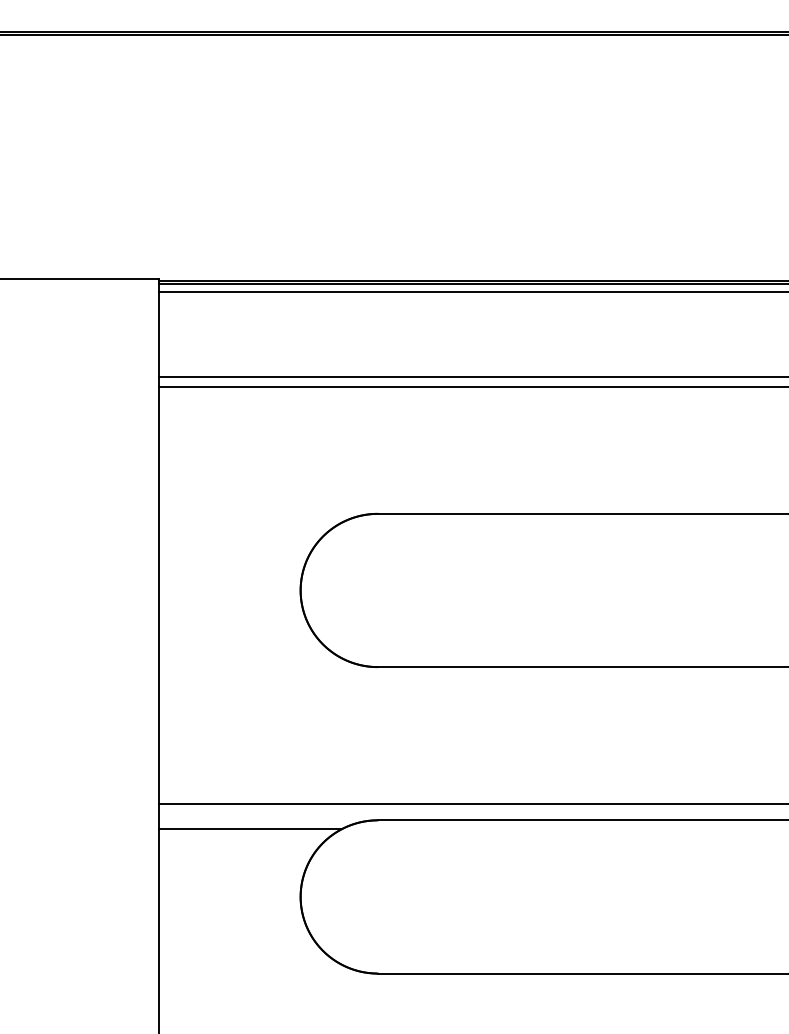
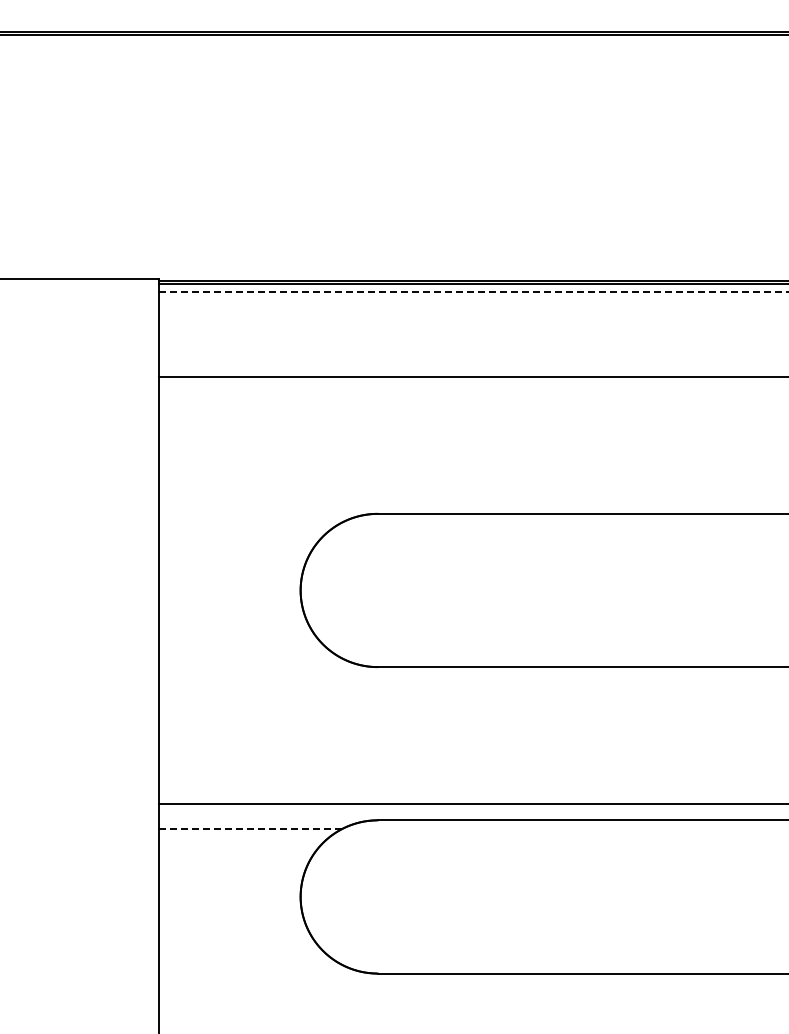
line at (474, 291): solid -> dashed
line at (472, 386): present -> none
line at (249, 829): solid -> dashed
